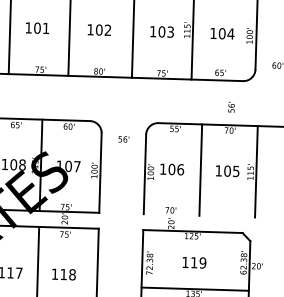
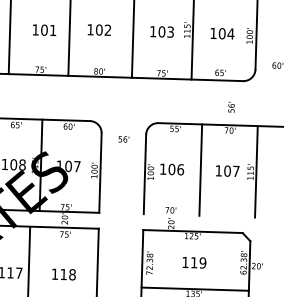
text at (37, 27) position: (37, 27) -> (44, 29)
text at (236, 171): 105 -> 107
line at (38, 259) position: (38, 259) -> (29, 259)
